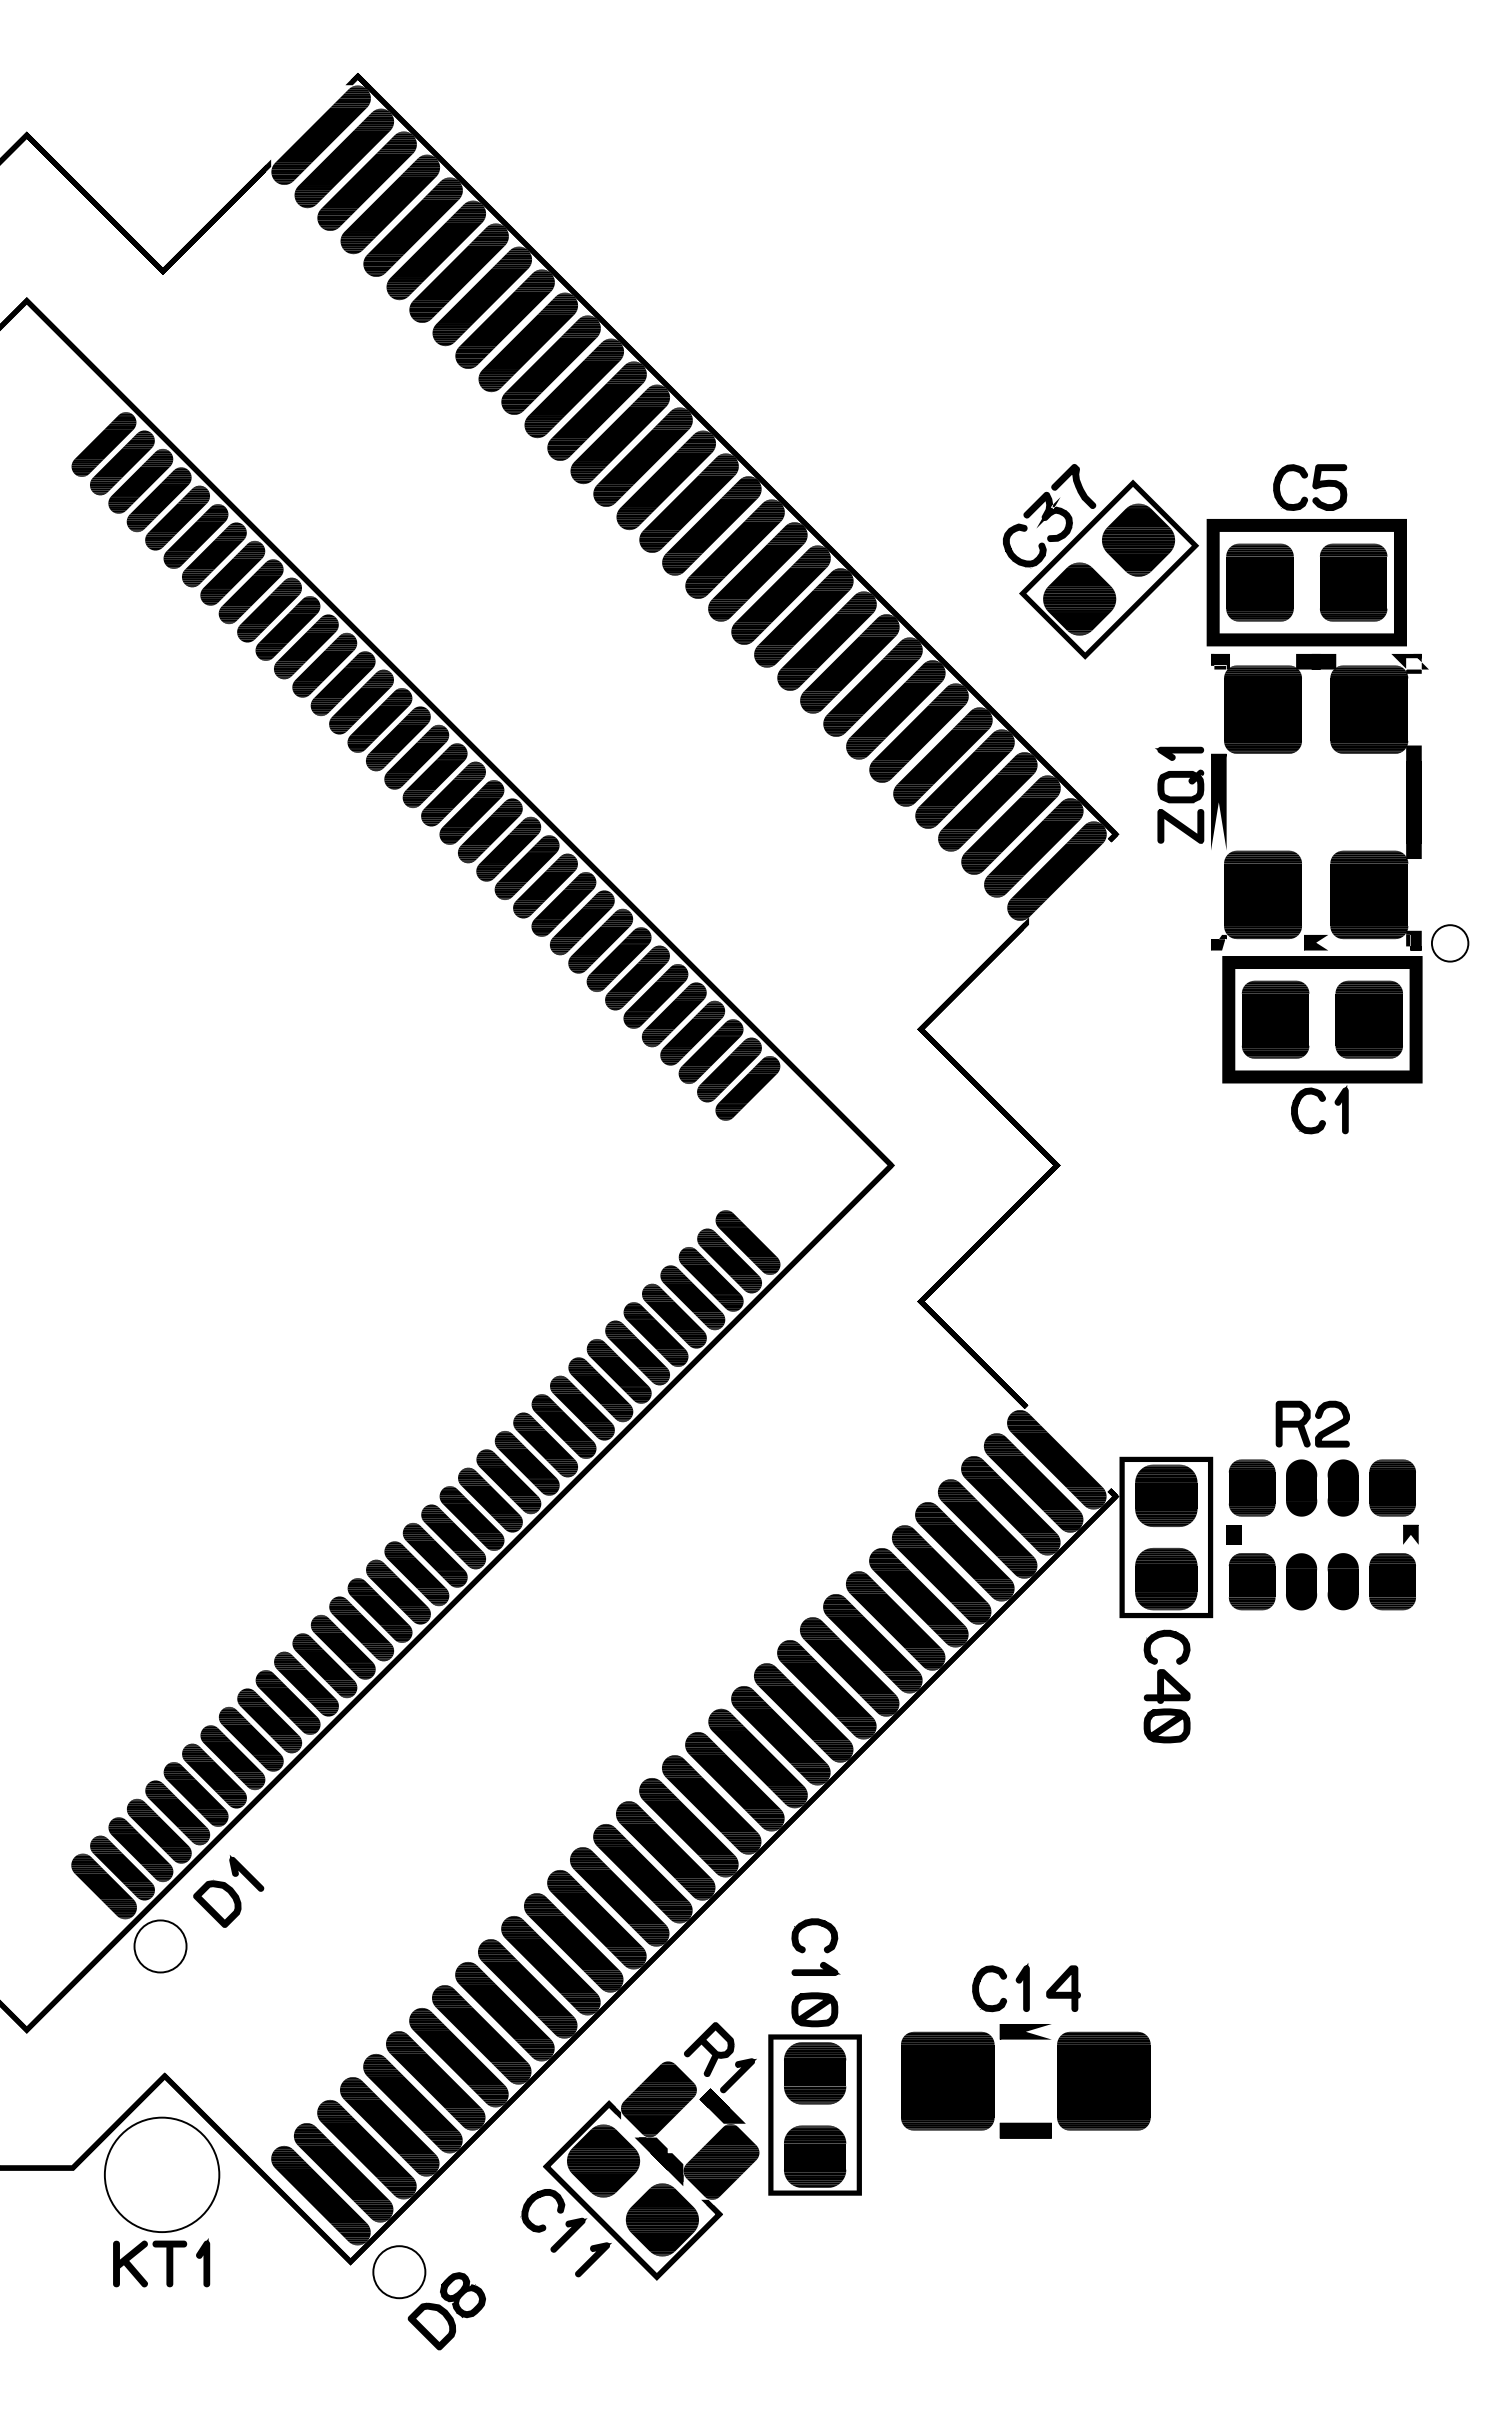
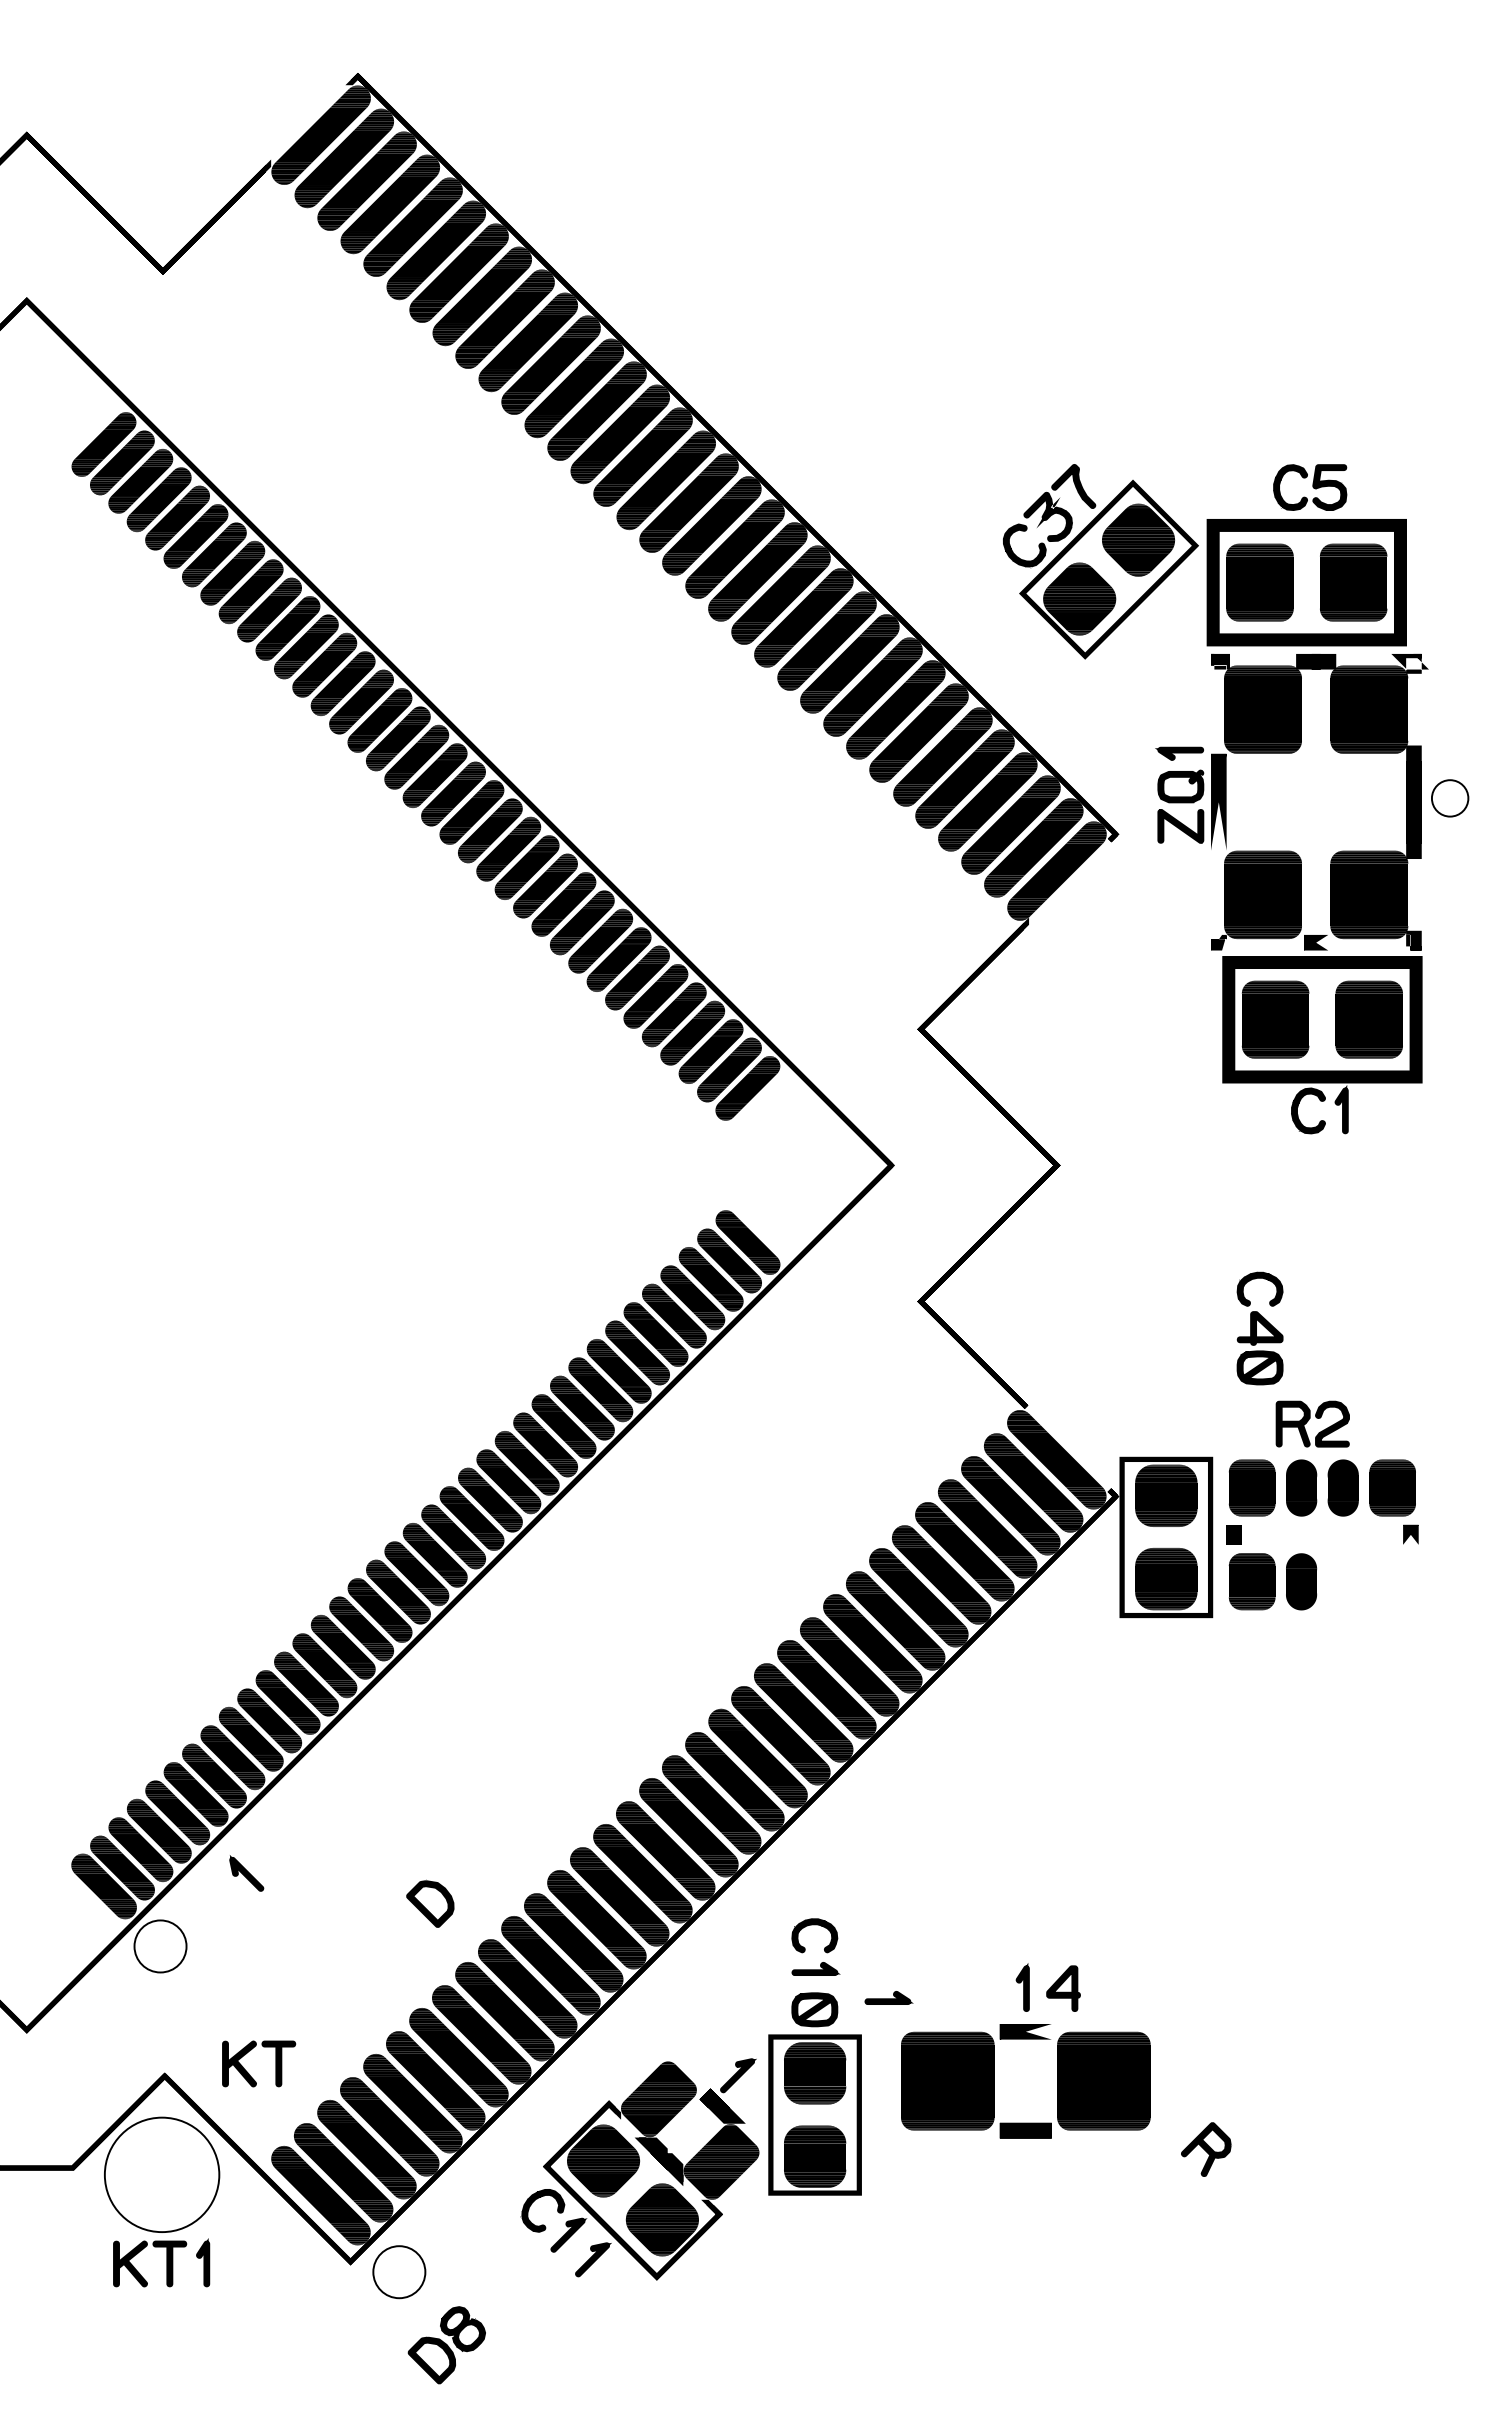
part at (1450, 943) position: (1450, 943) -> (1450, 798)
part at (1342, 1581): present -> none
part at (1392, 1581): present -> none
part at (1166, 1686) position: (1166, 1686) -> (1259, 1328)
part at (217, 1903) position: (217, 1903) -> (430, 1903)
part at (979, 1985): present -> none
part at (888, 1997): none -> present
part at (709, 2049) position: (709, 2049) -> (1206, 2149)
part at (249, 2073): none -> present
part at (446, 2311) position: (446, 2311) -> (446, 2345)
